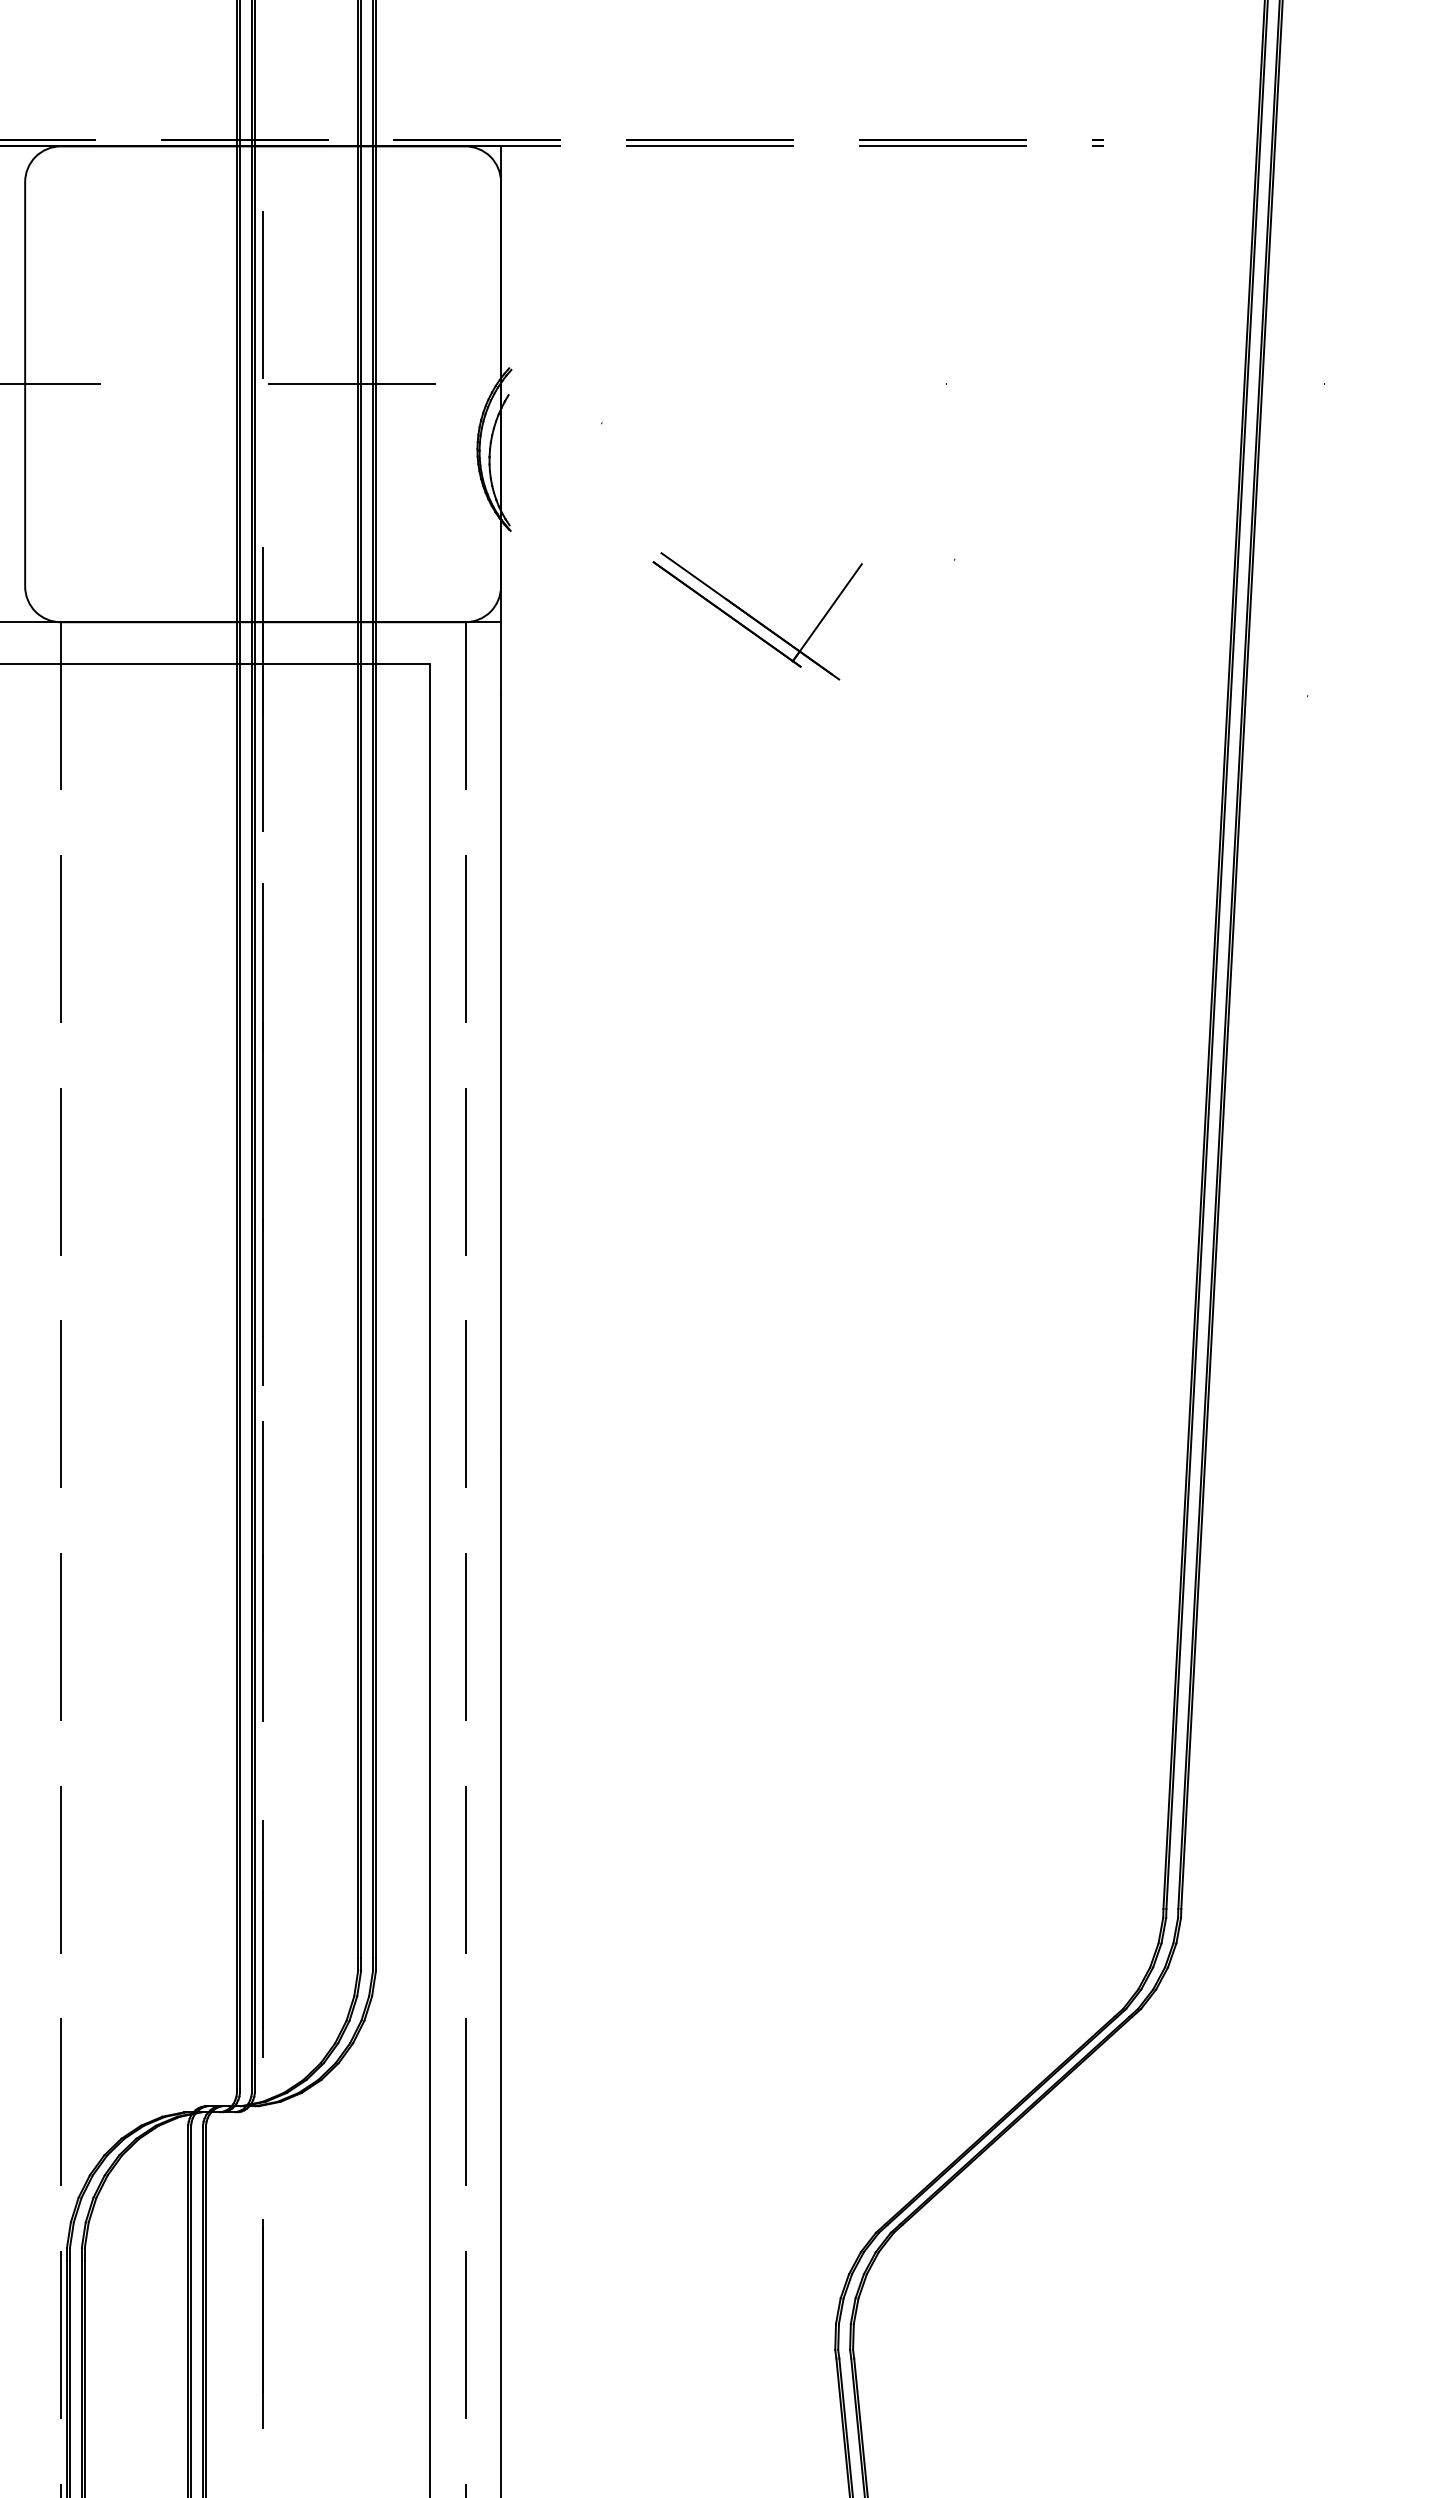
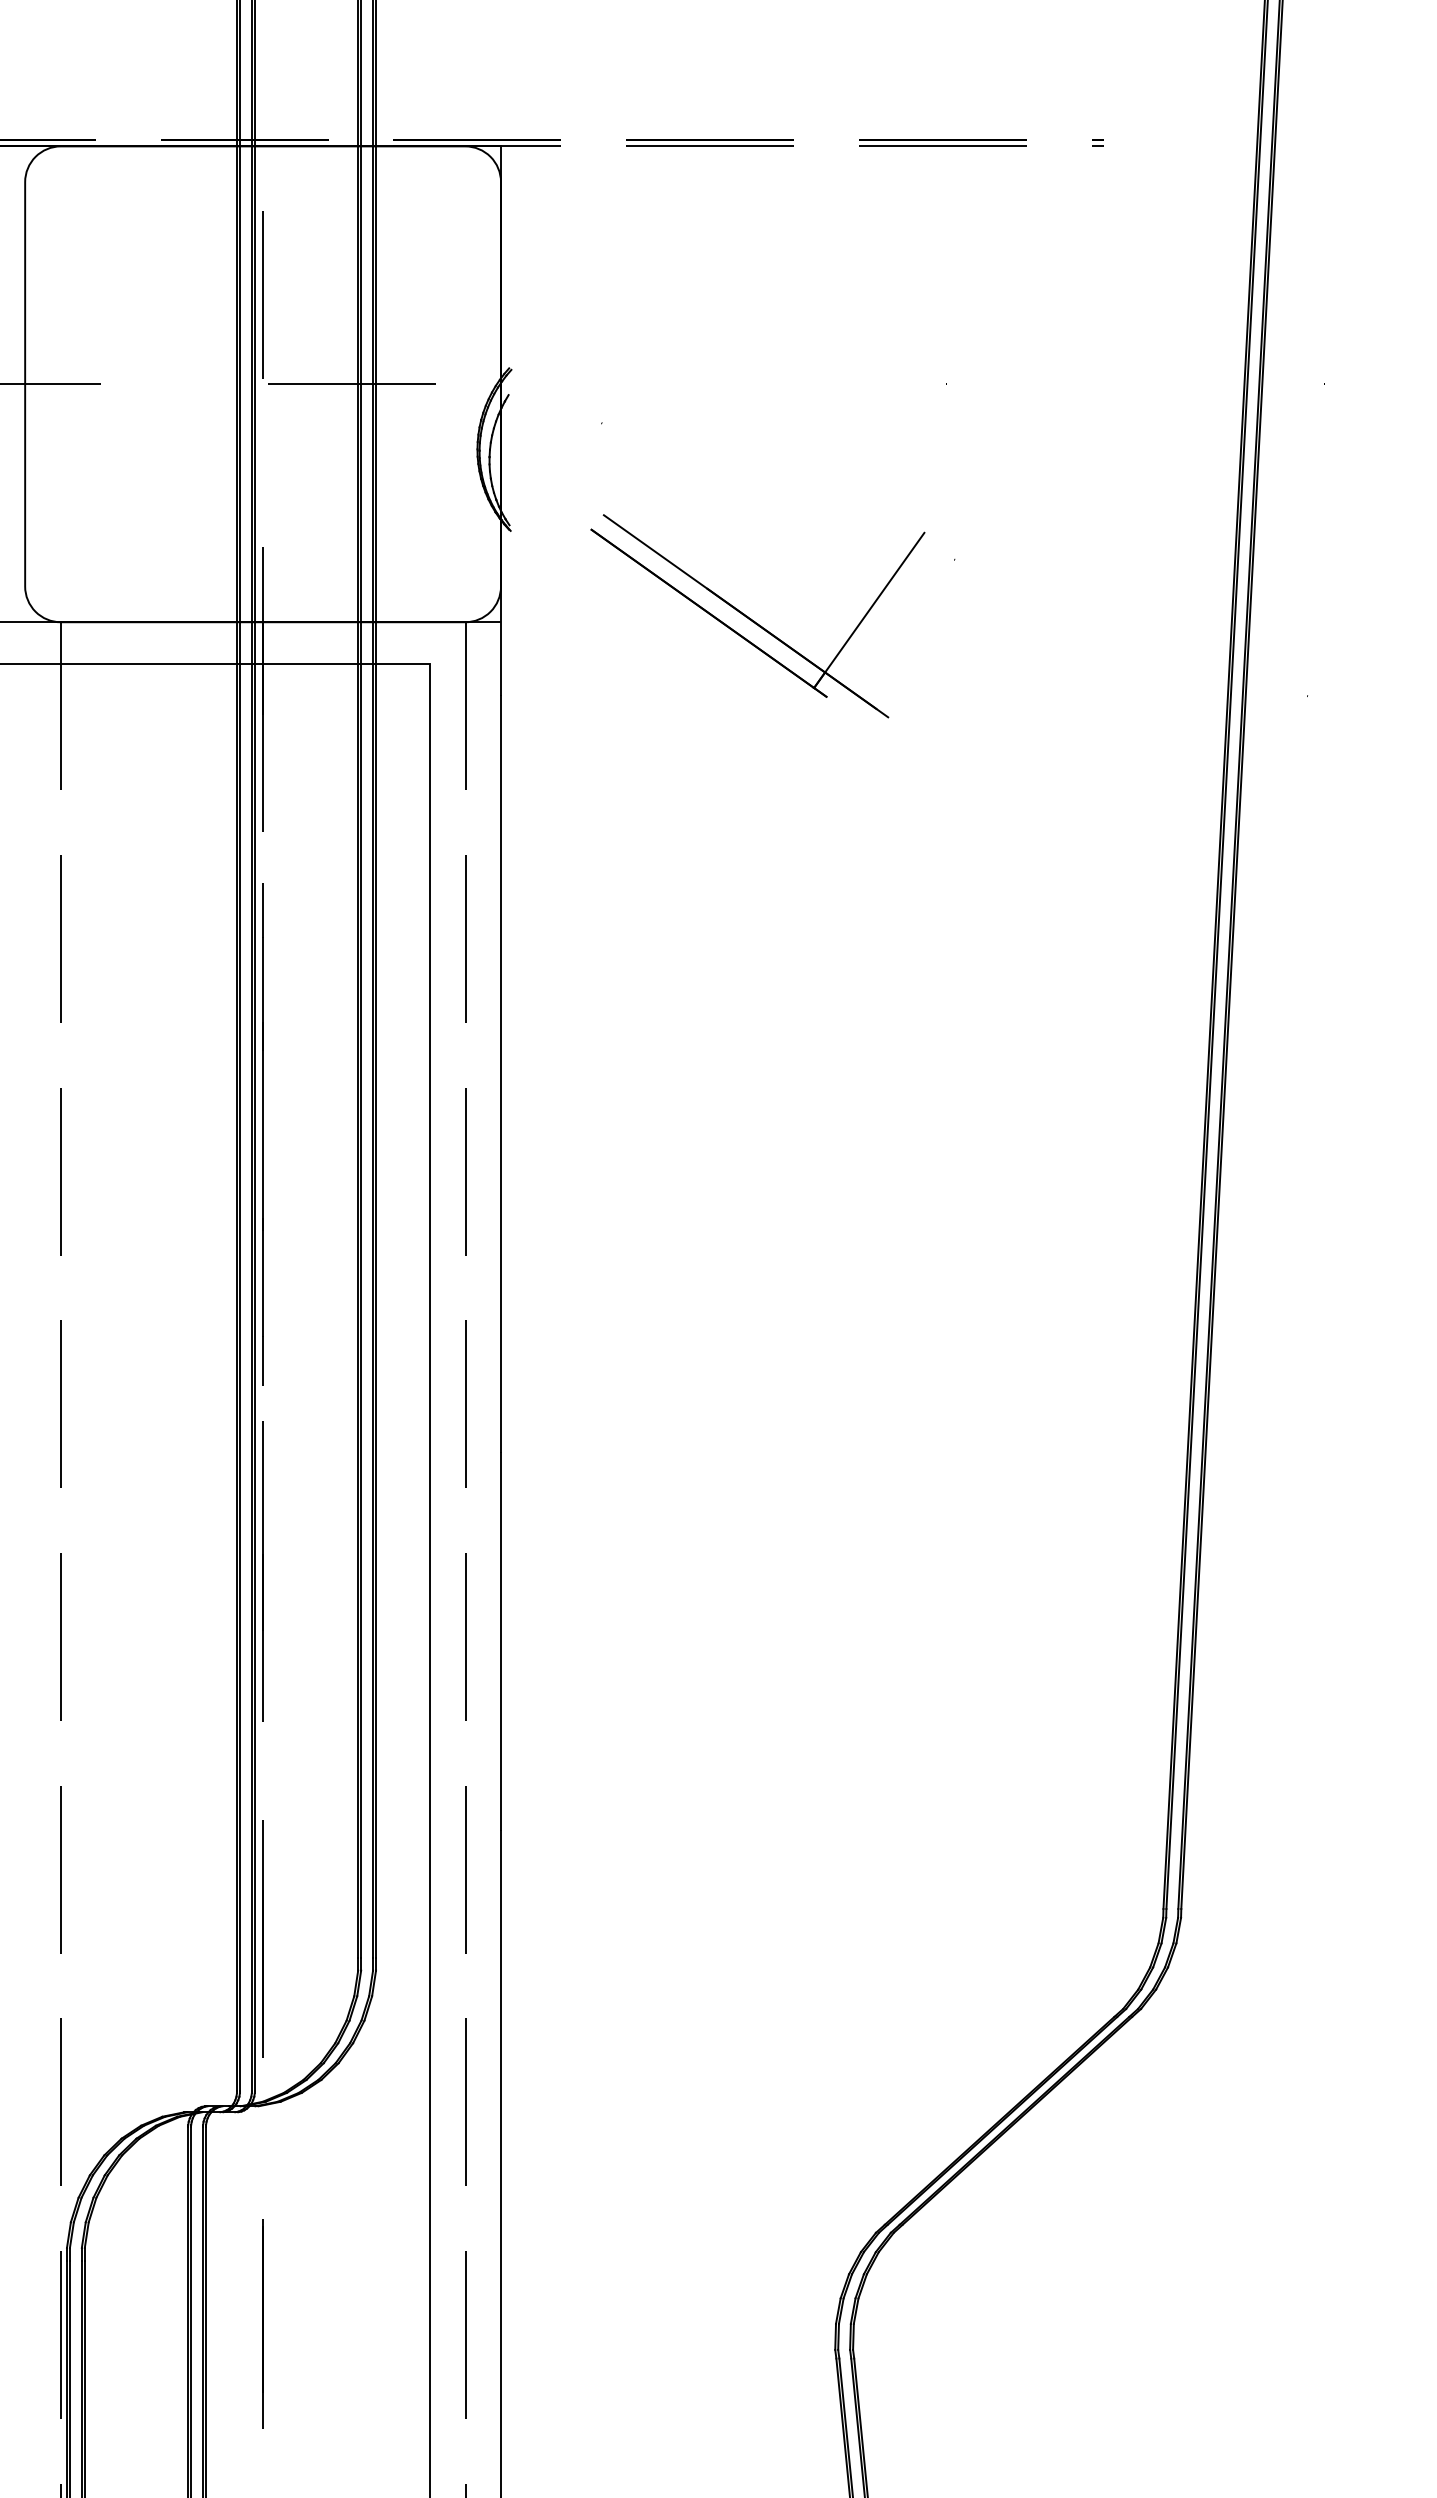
part at (757, 616) size: 211x129 px -> 336x205 px
